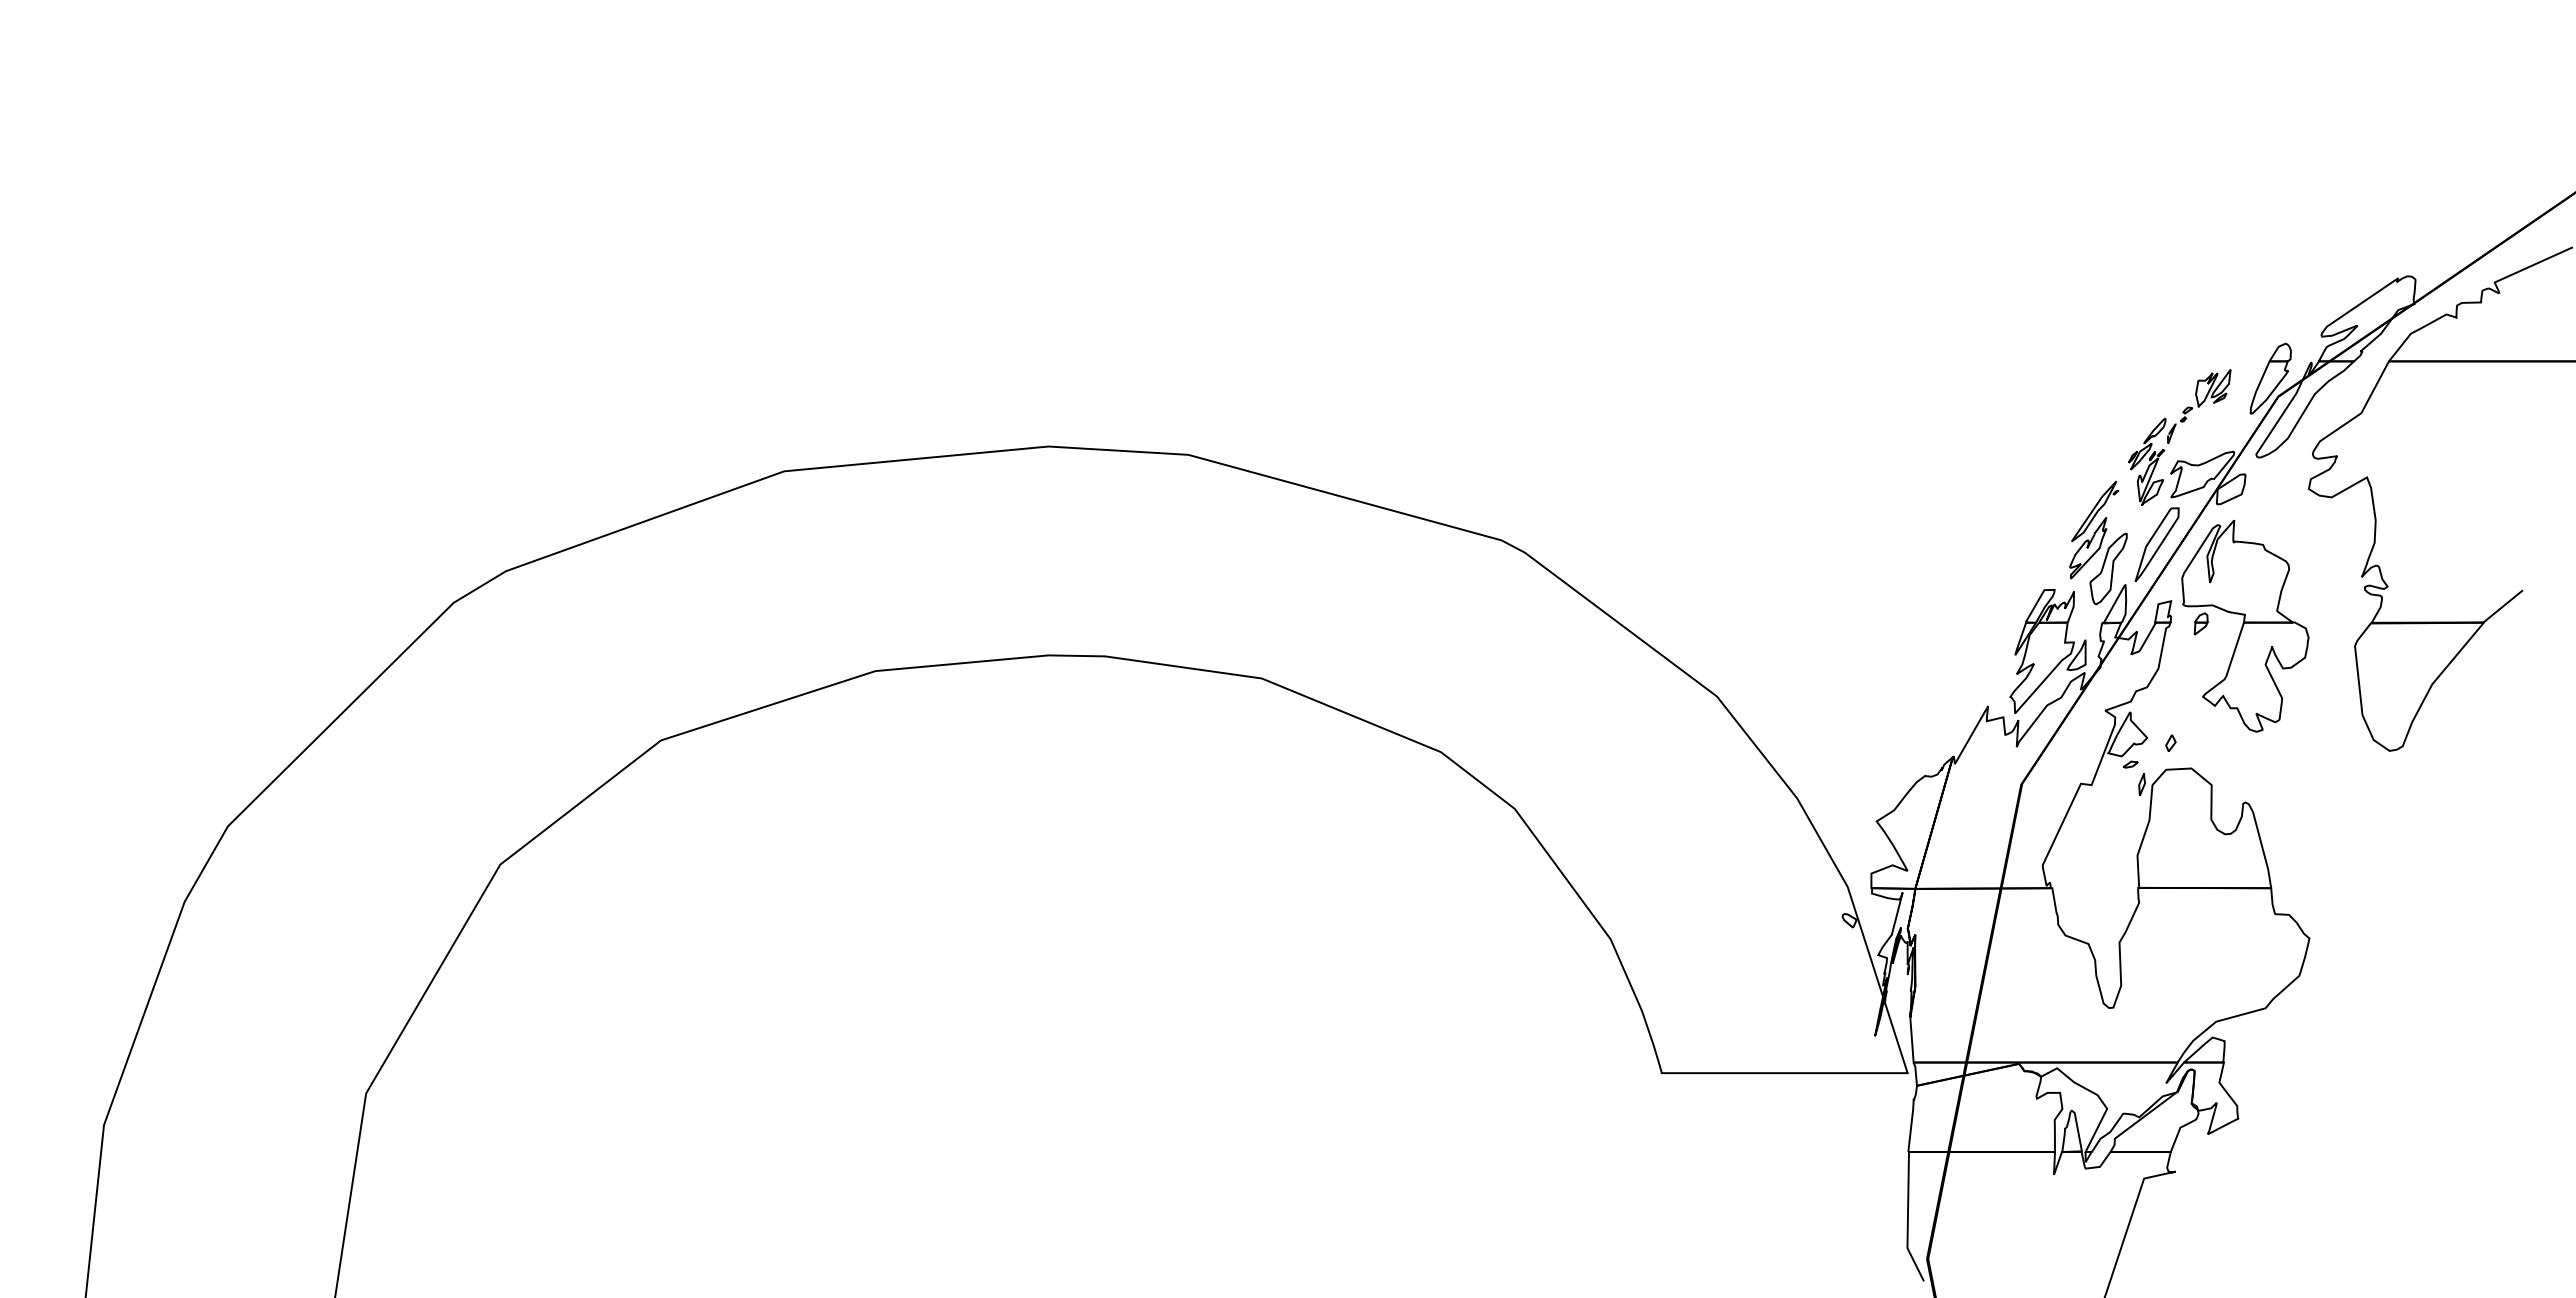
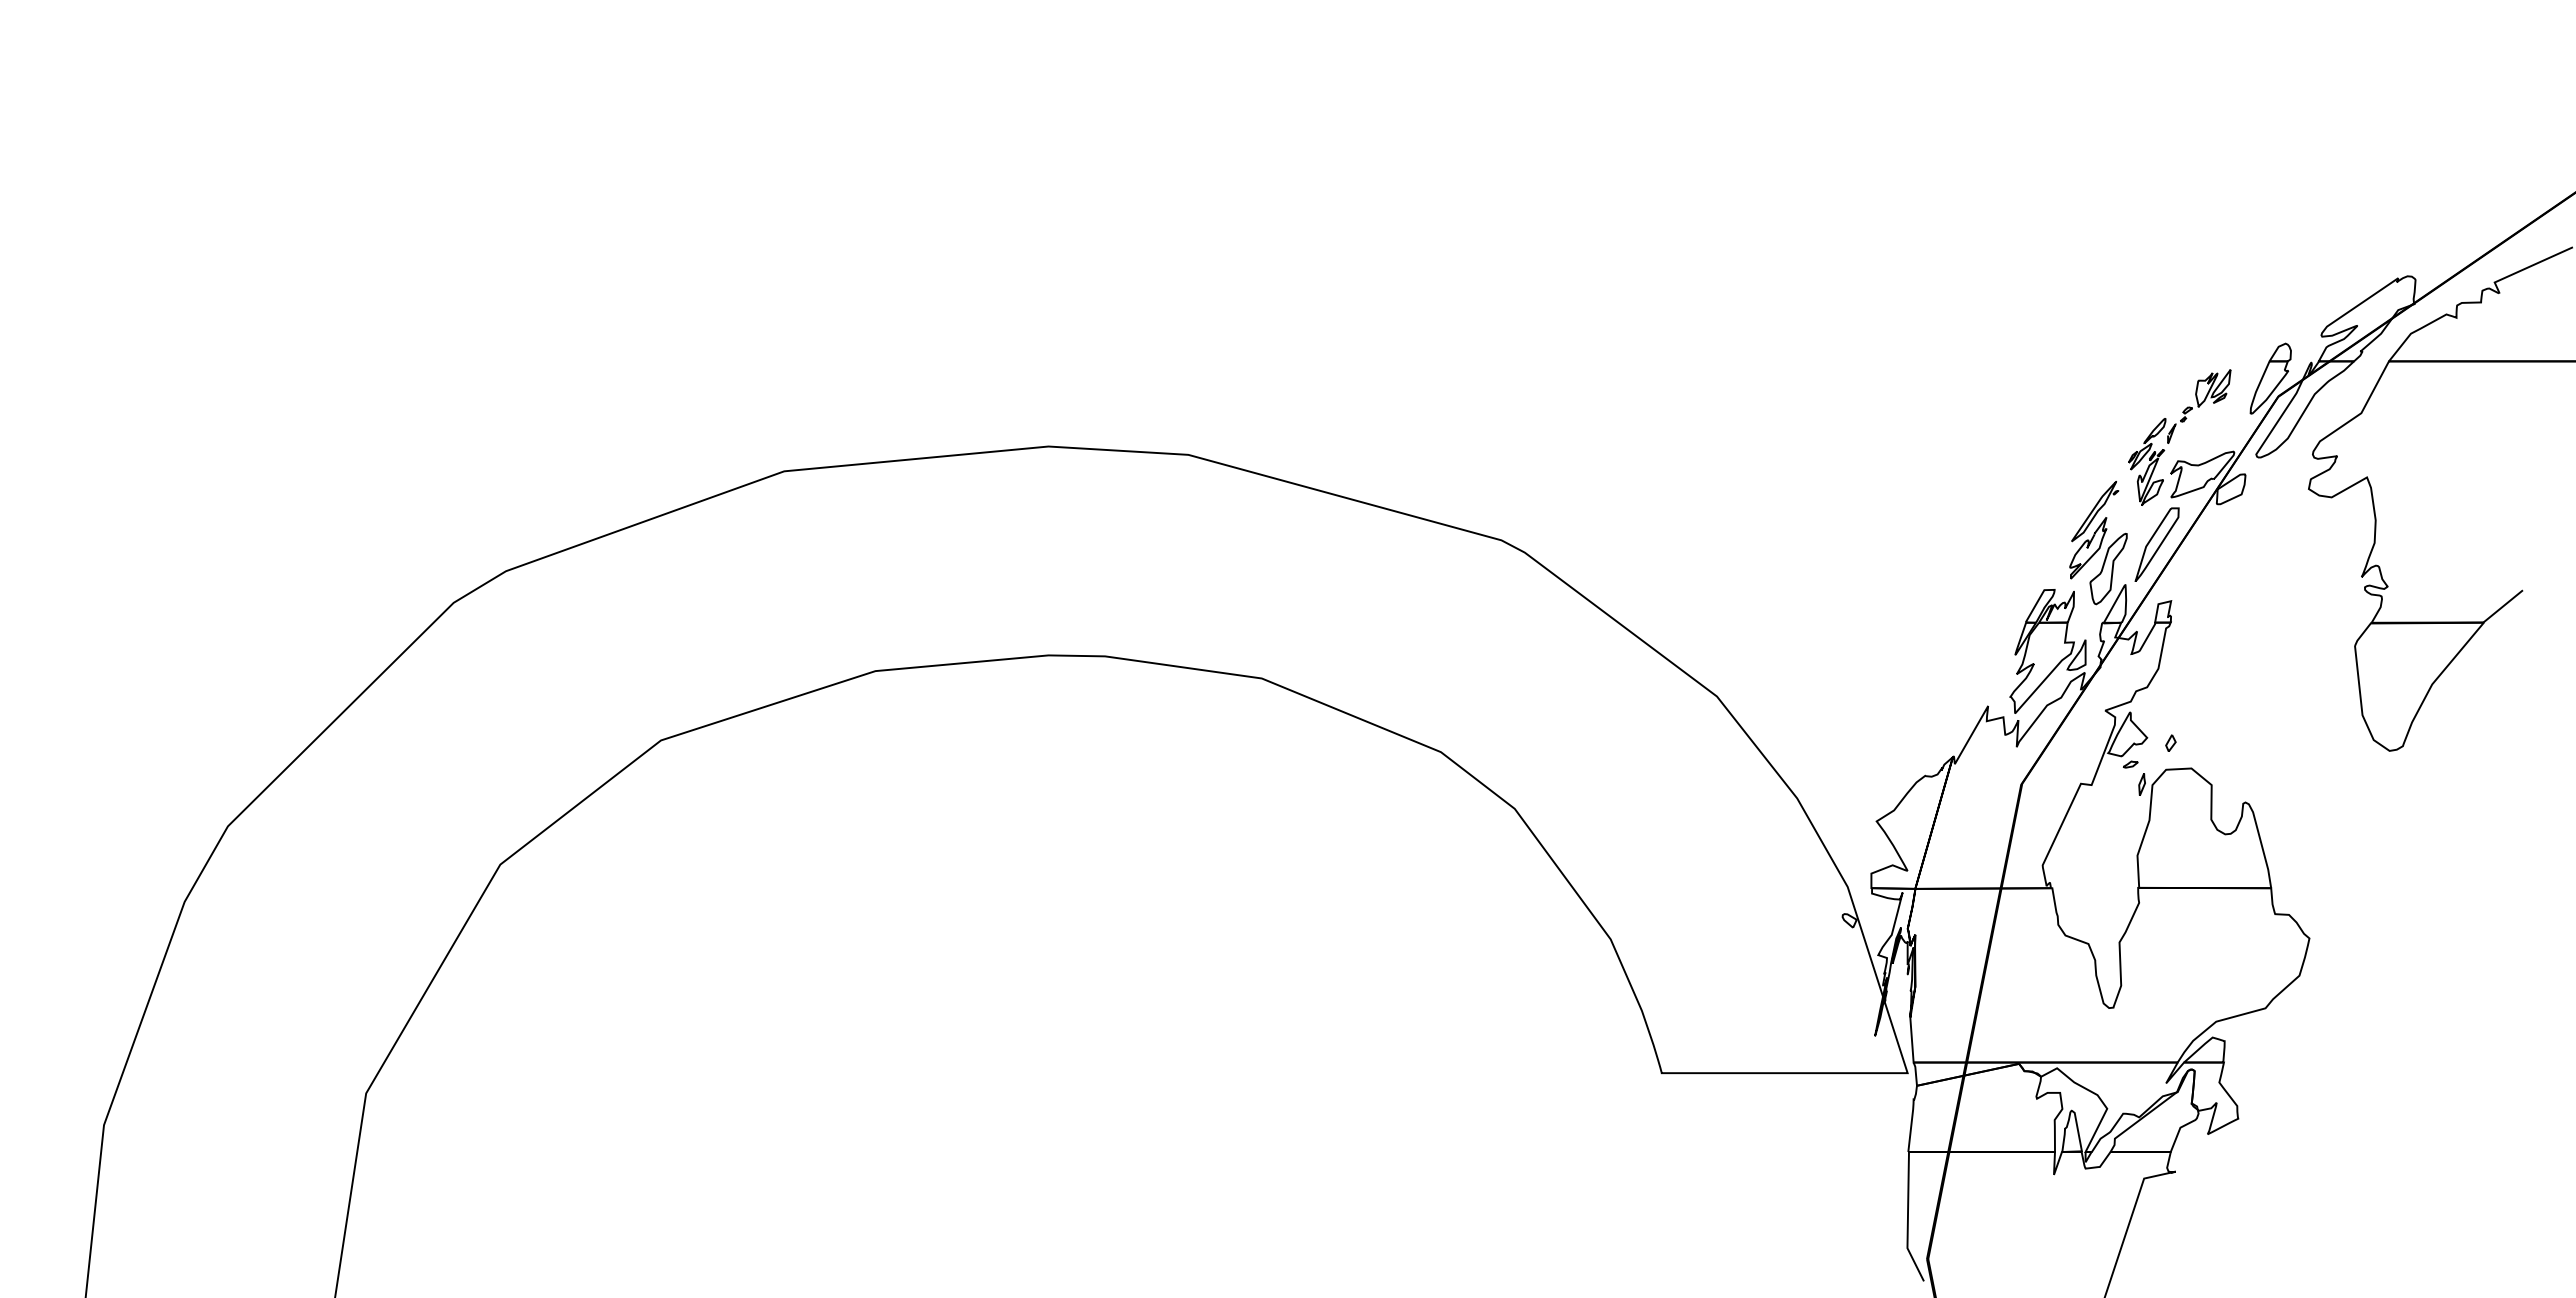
part at (2245, 625): present -> none
